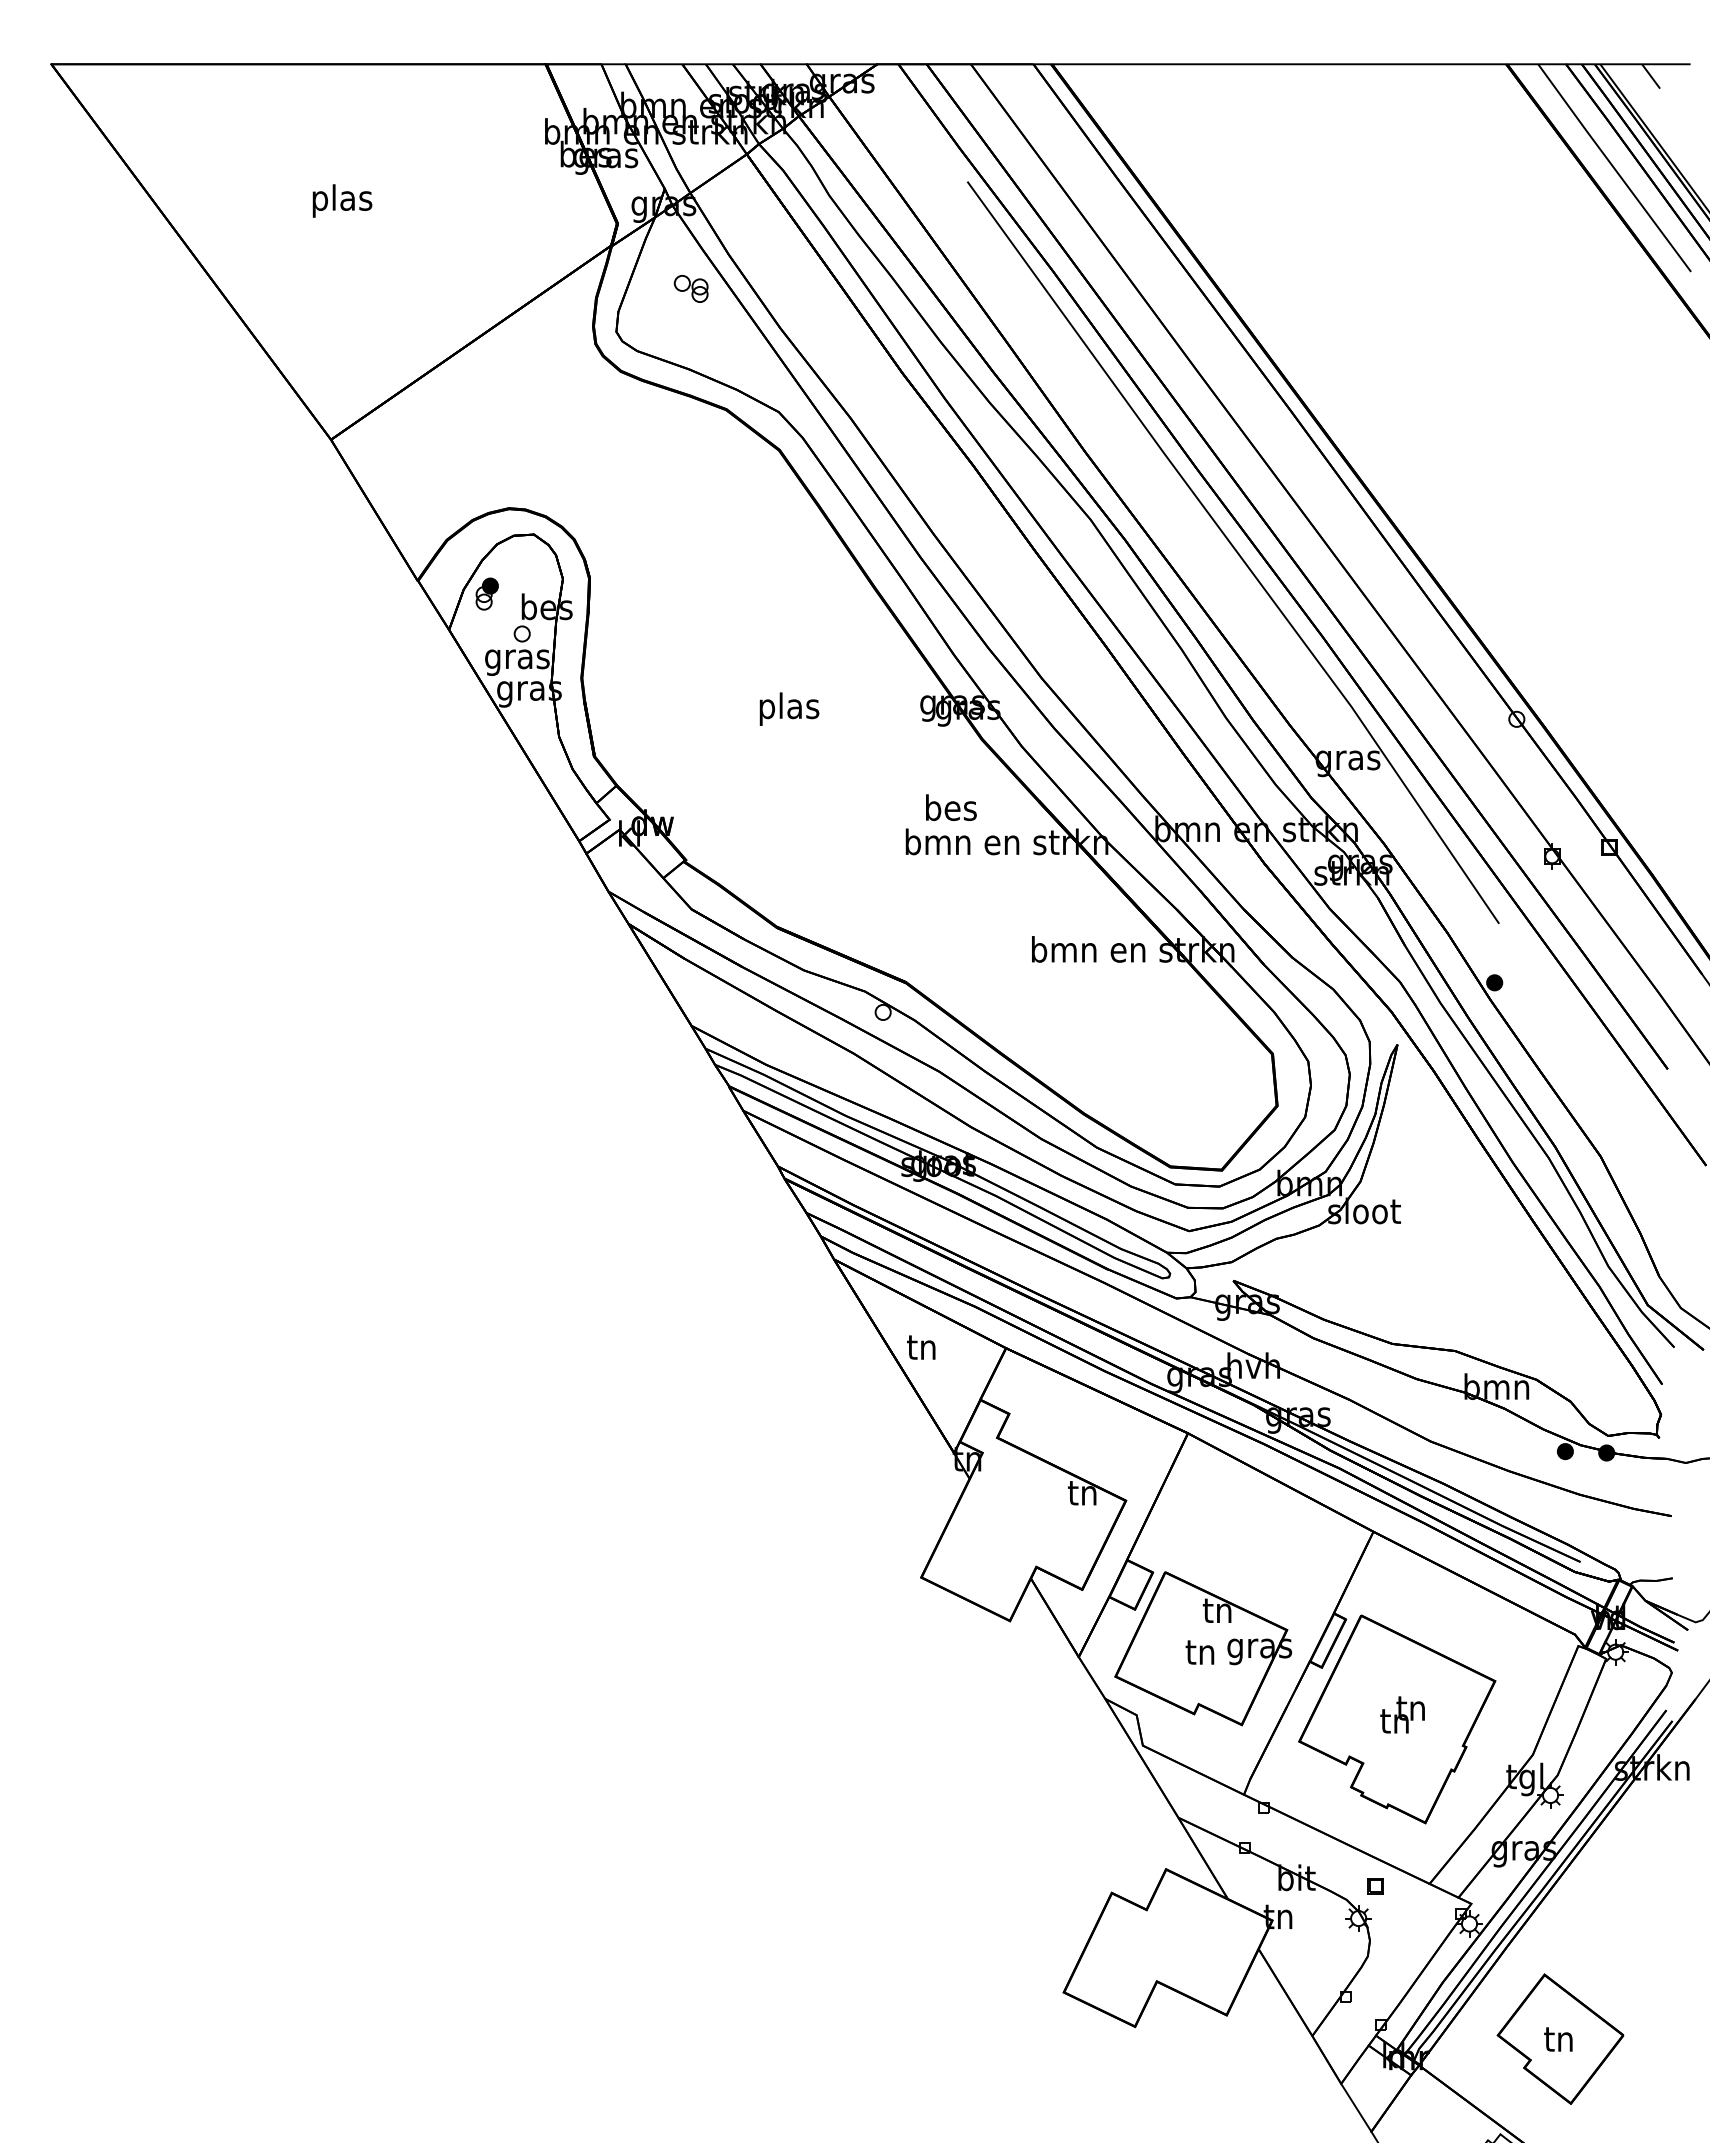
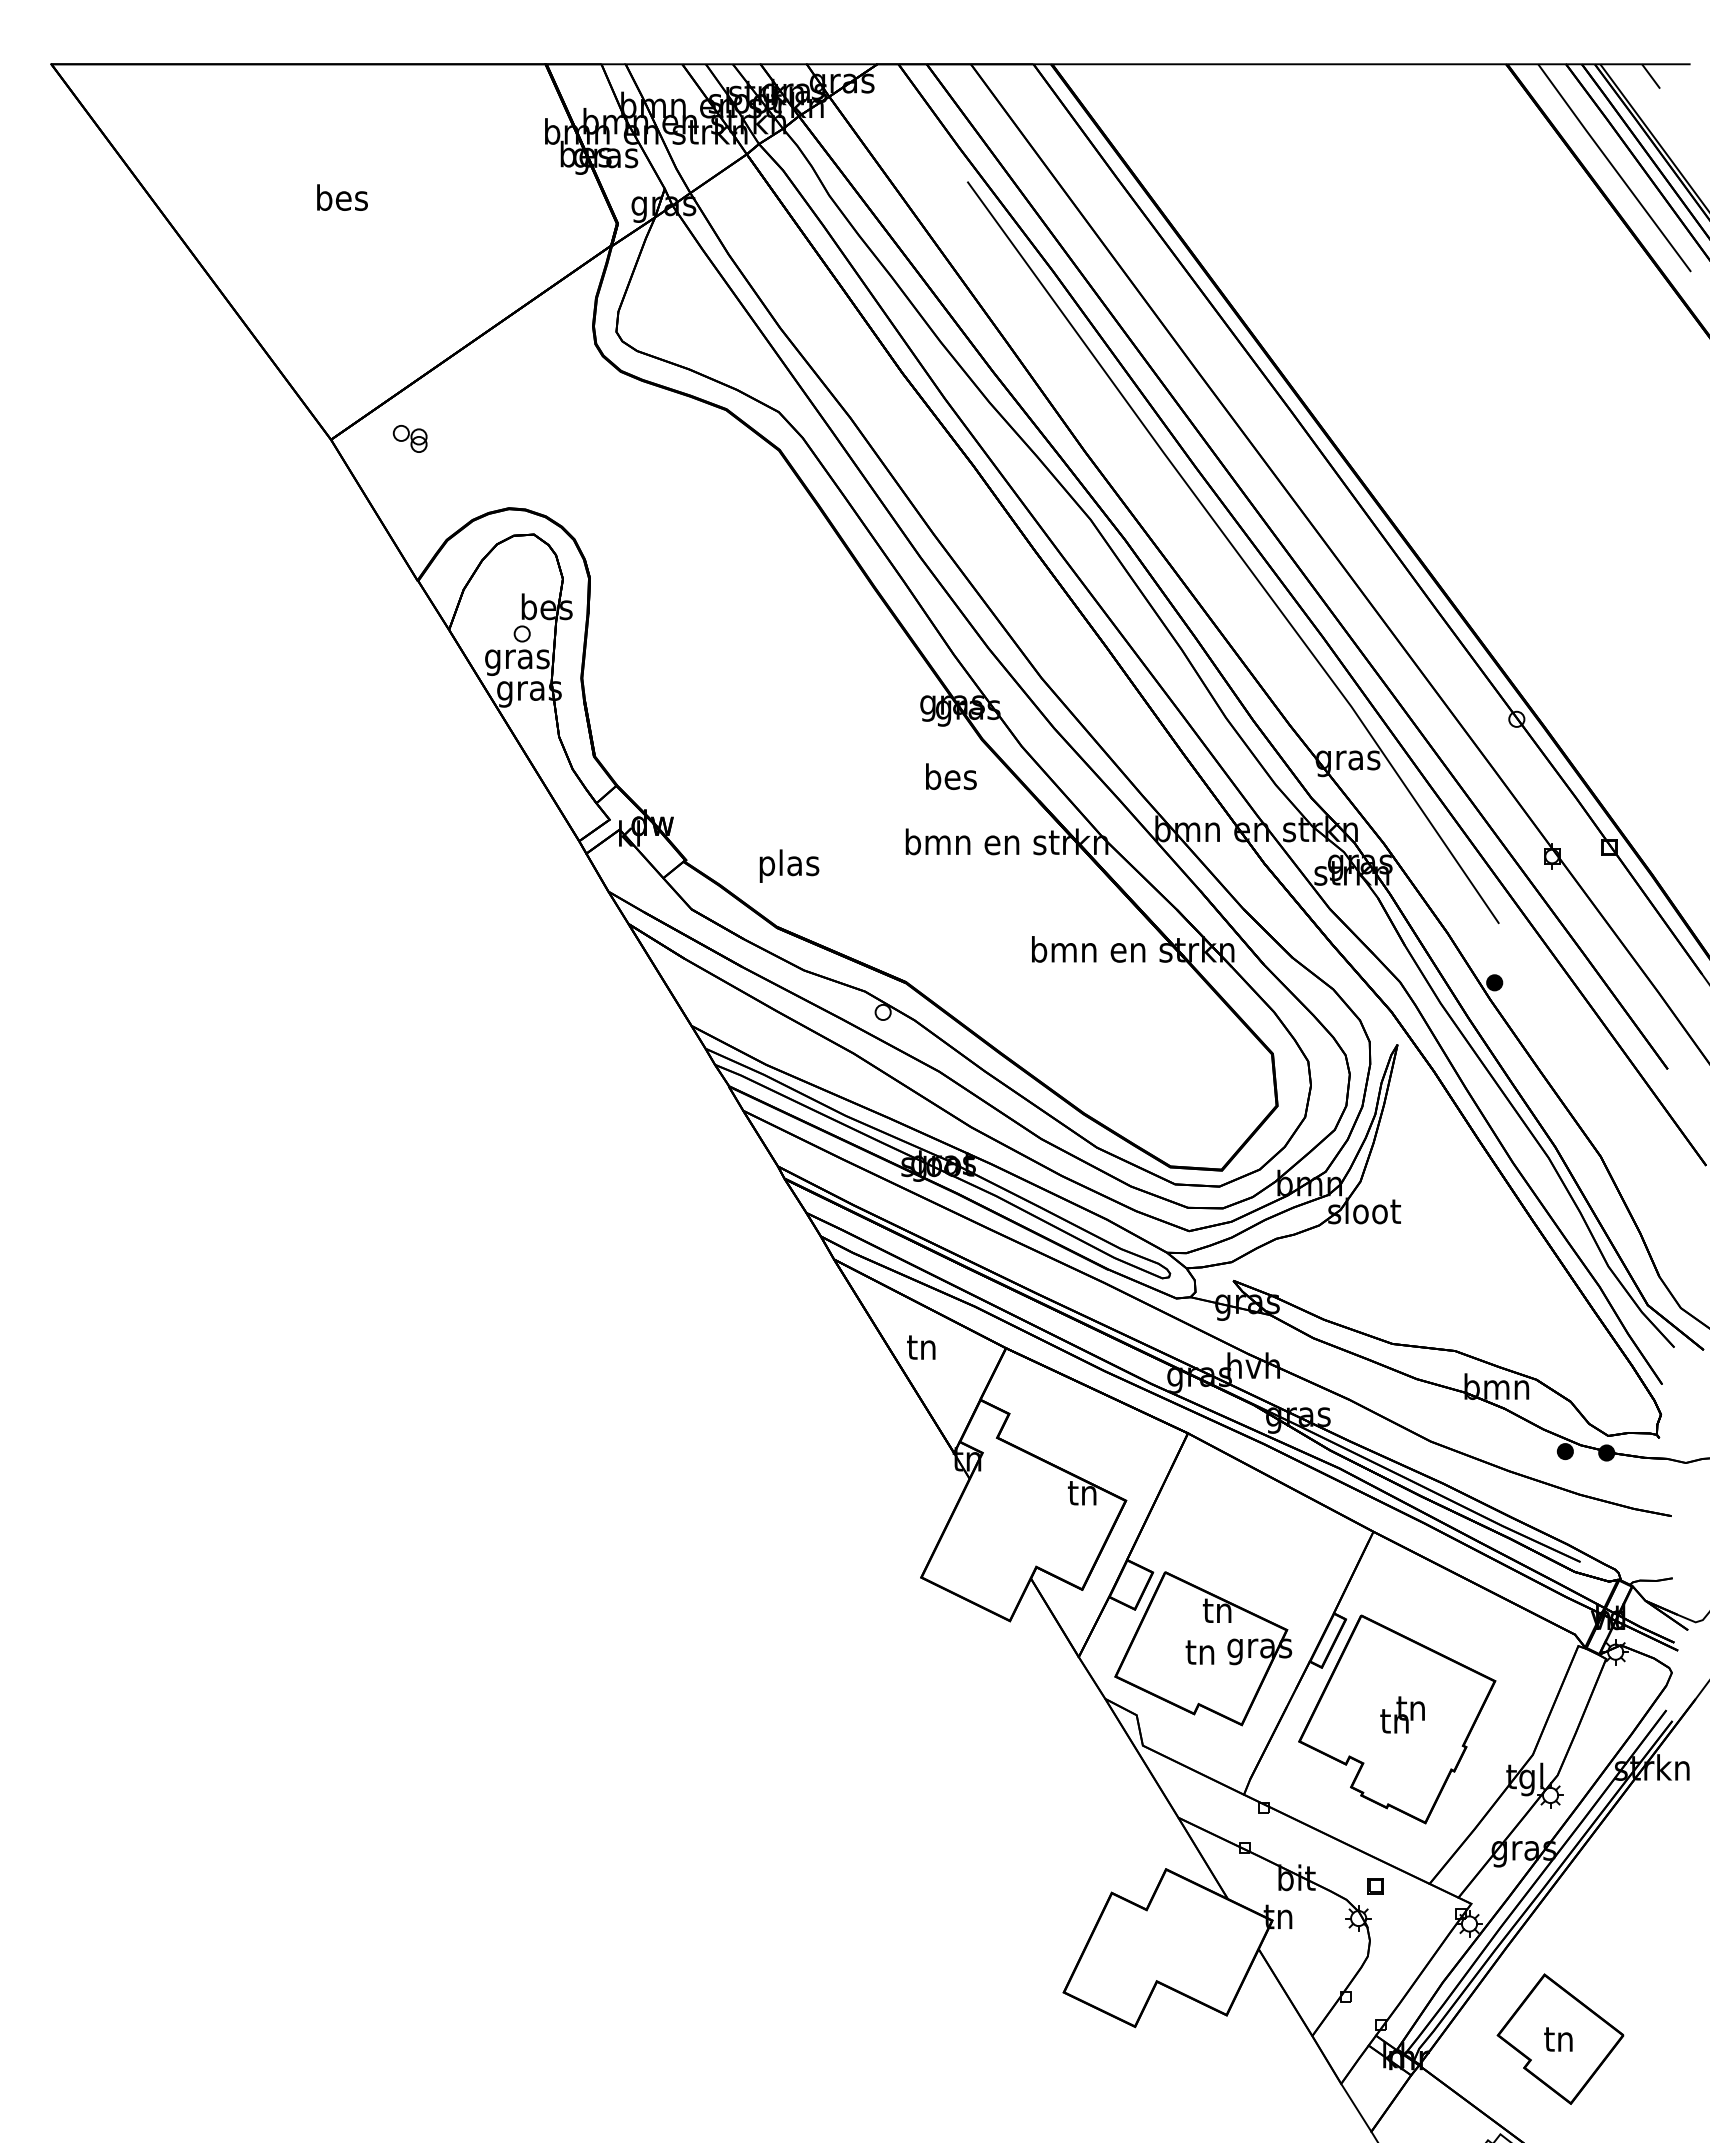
text at (342, 200): plas -> bes
part at (690, 288) position: (690, 288) -> (409, 438)
part at (486, 593): present -> none
text at (789, 708) position: (789, 708) -> (789, 865)
text at (951, 807) position: (951, 807) -> (951, 776)
